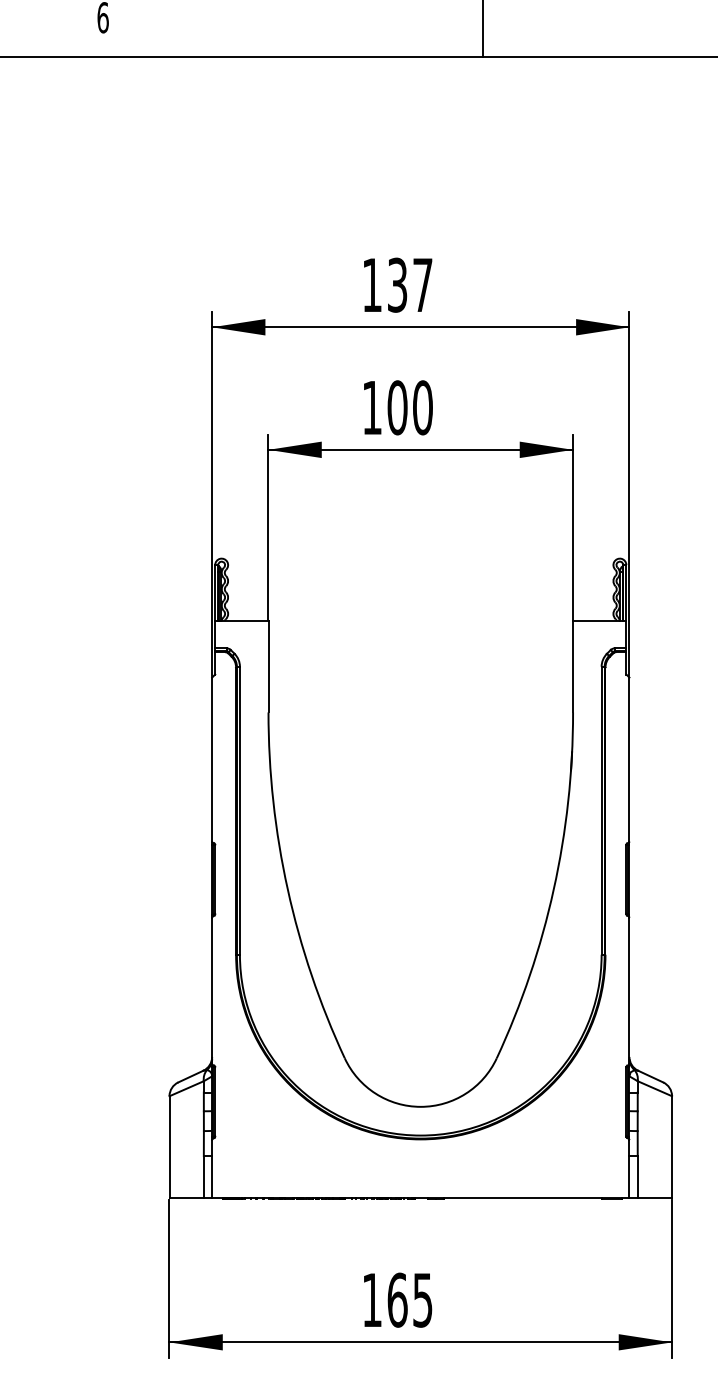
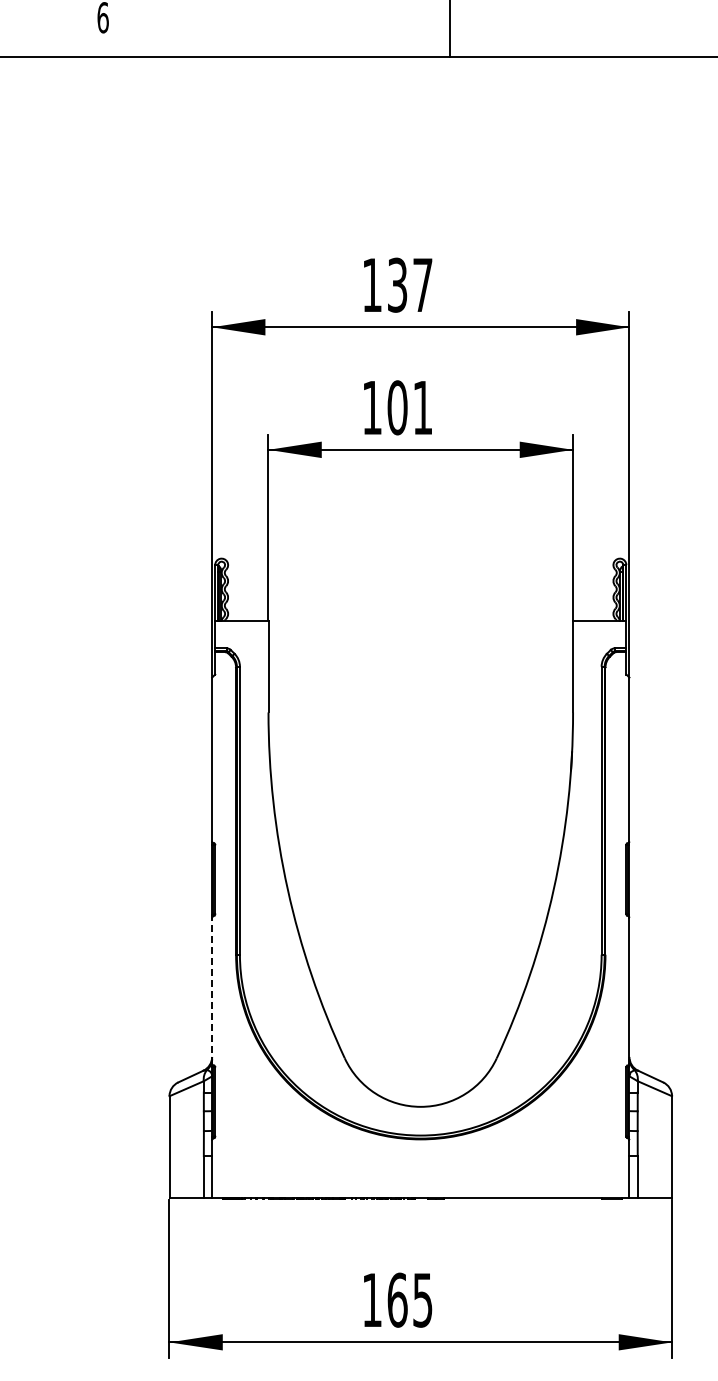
line at (483, 29) position: (483, 29) -> (450, 29)
text at (422, 407): 100 -> 101
line at (212, 990): solid -> dashed
